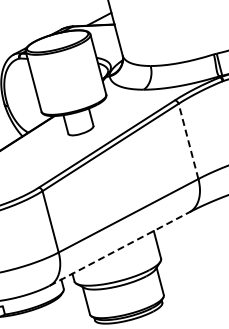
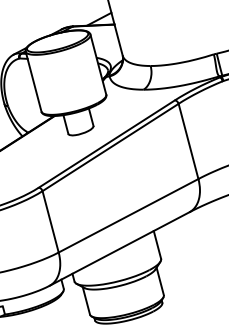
line at (188, 141): dashed -> solid
line at (119, 249): dashed -> solid
